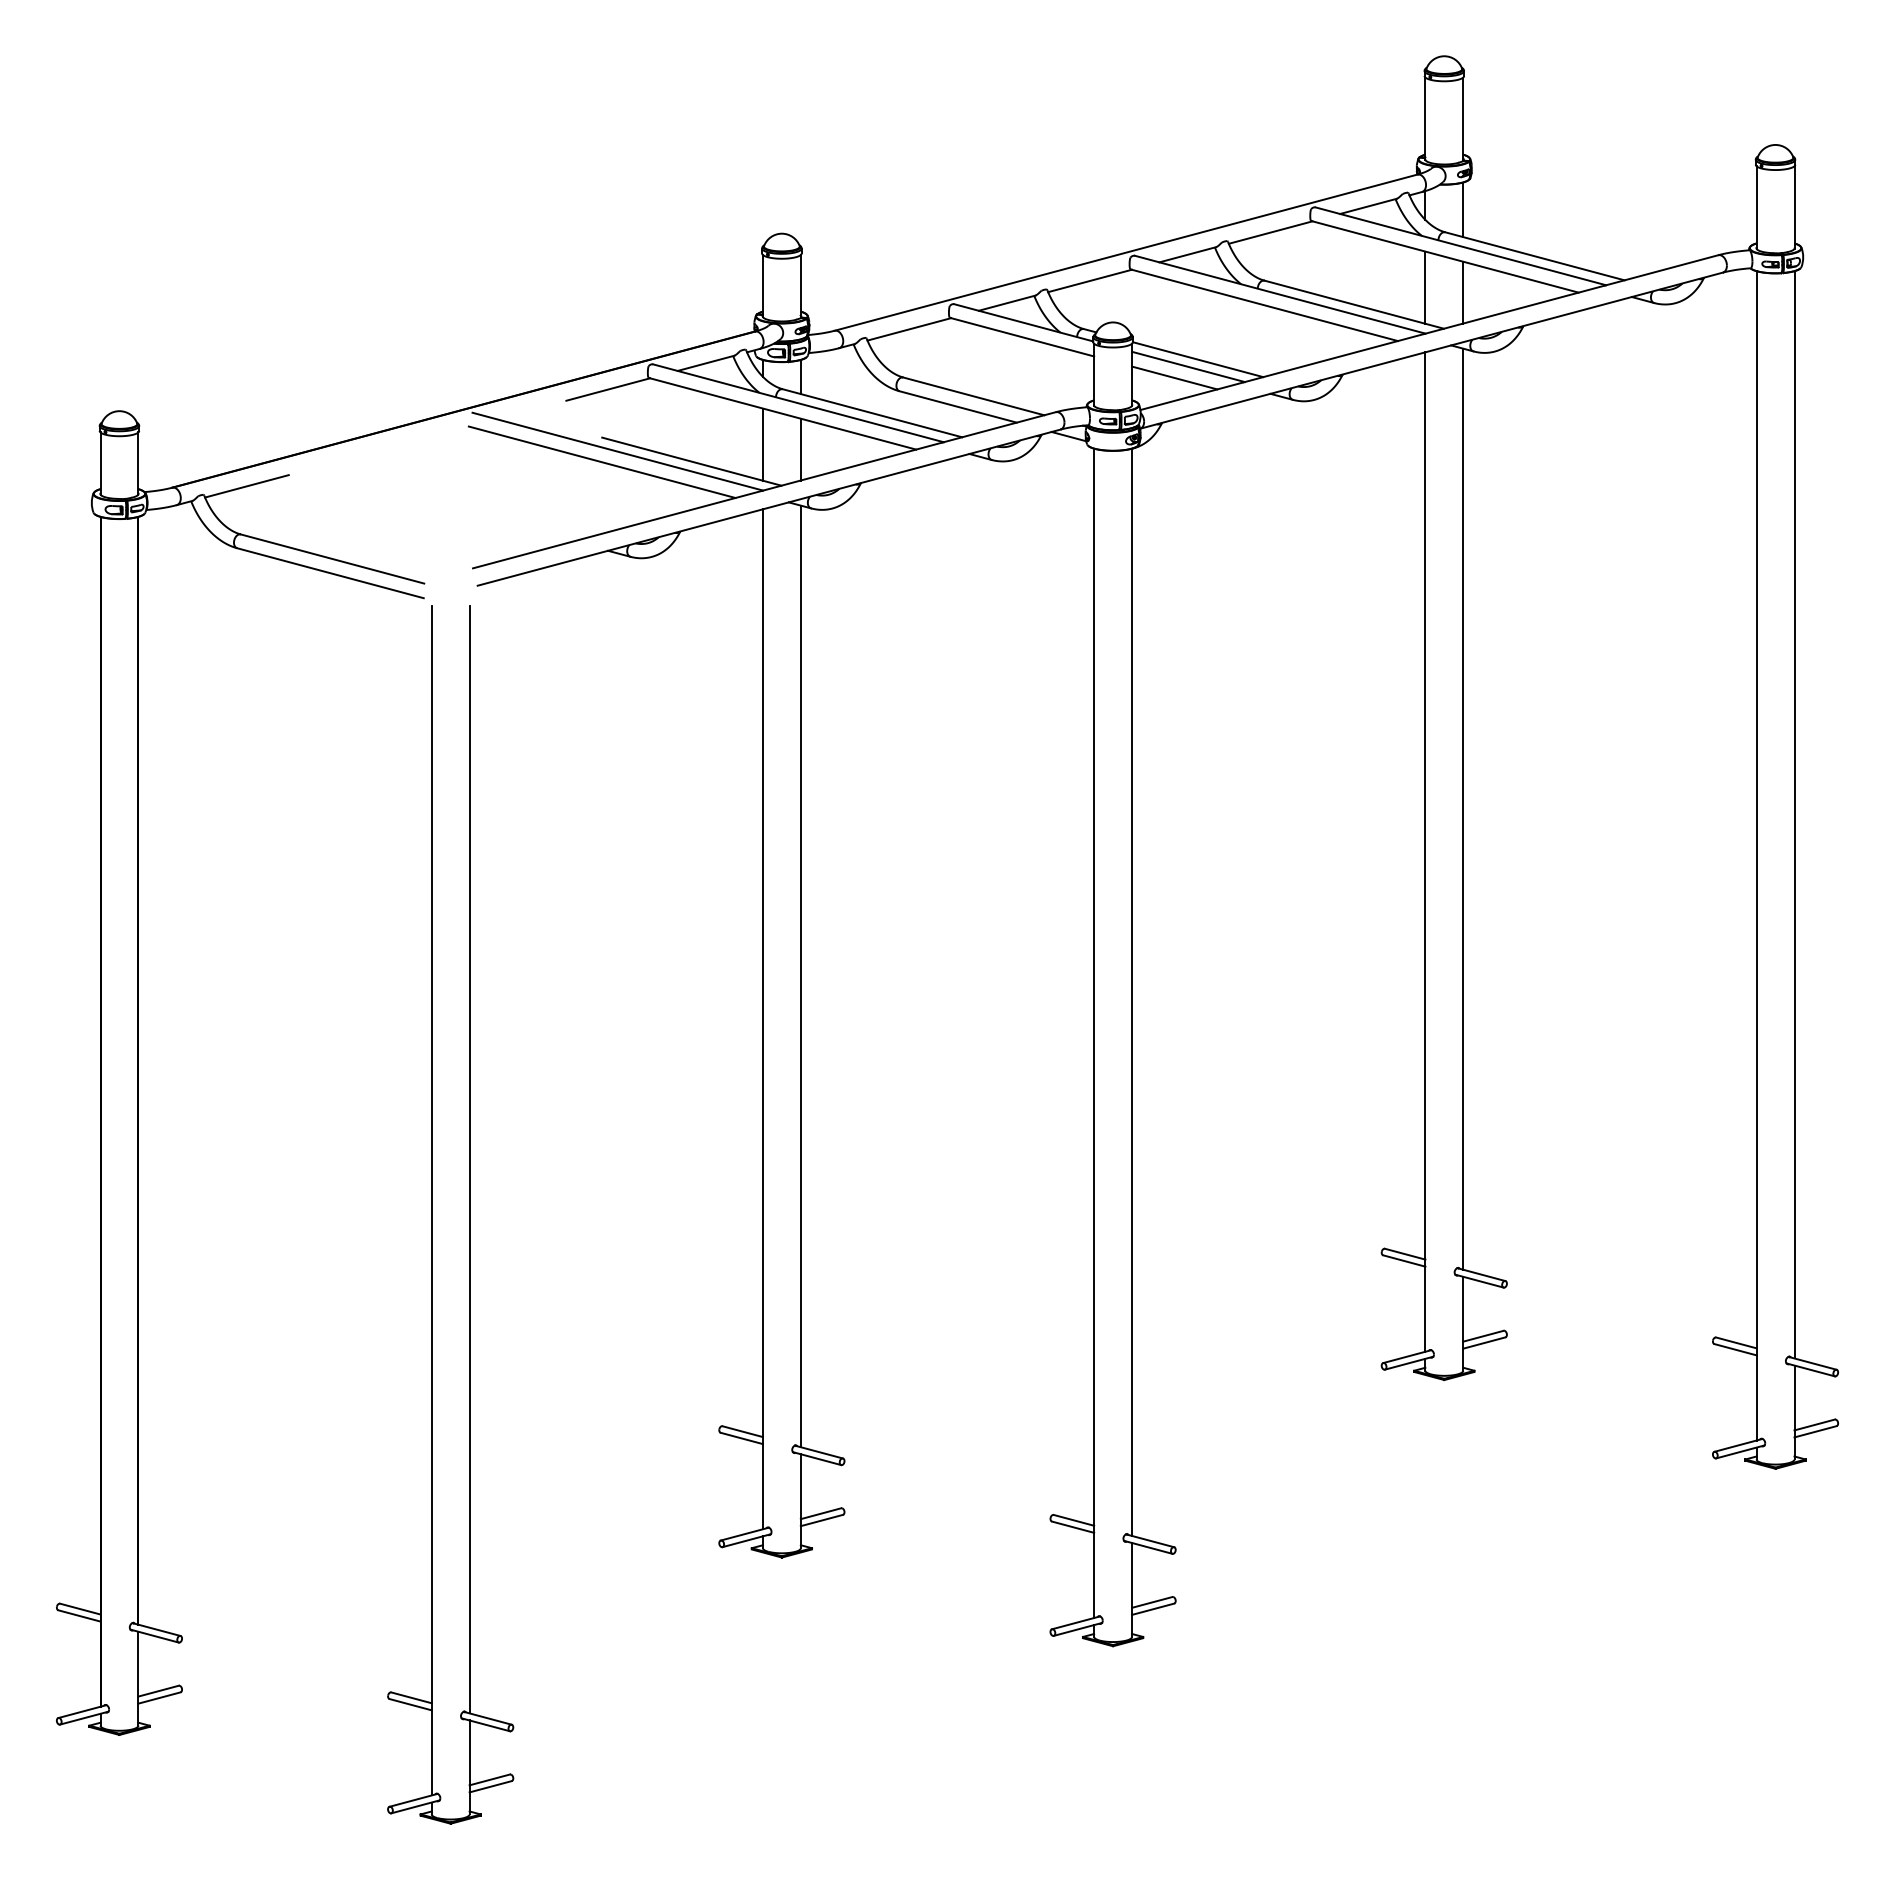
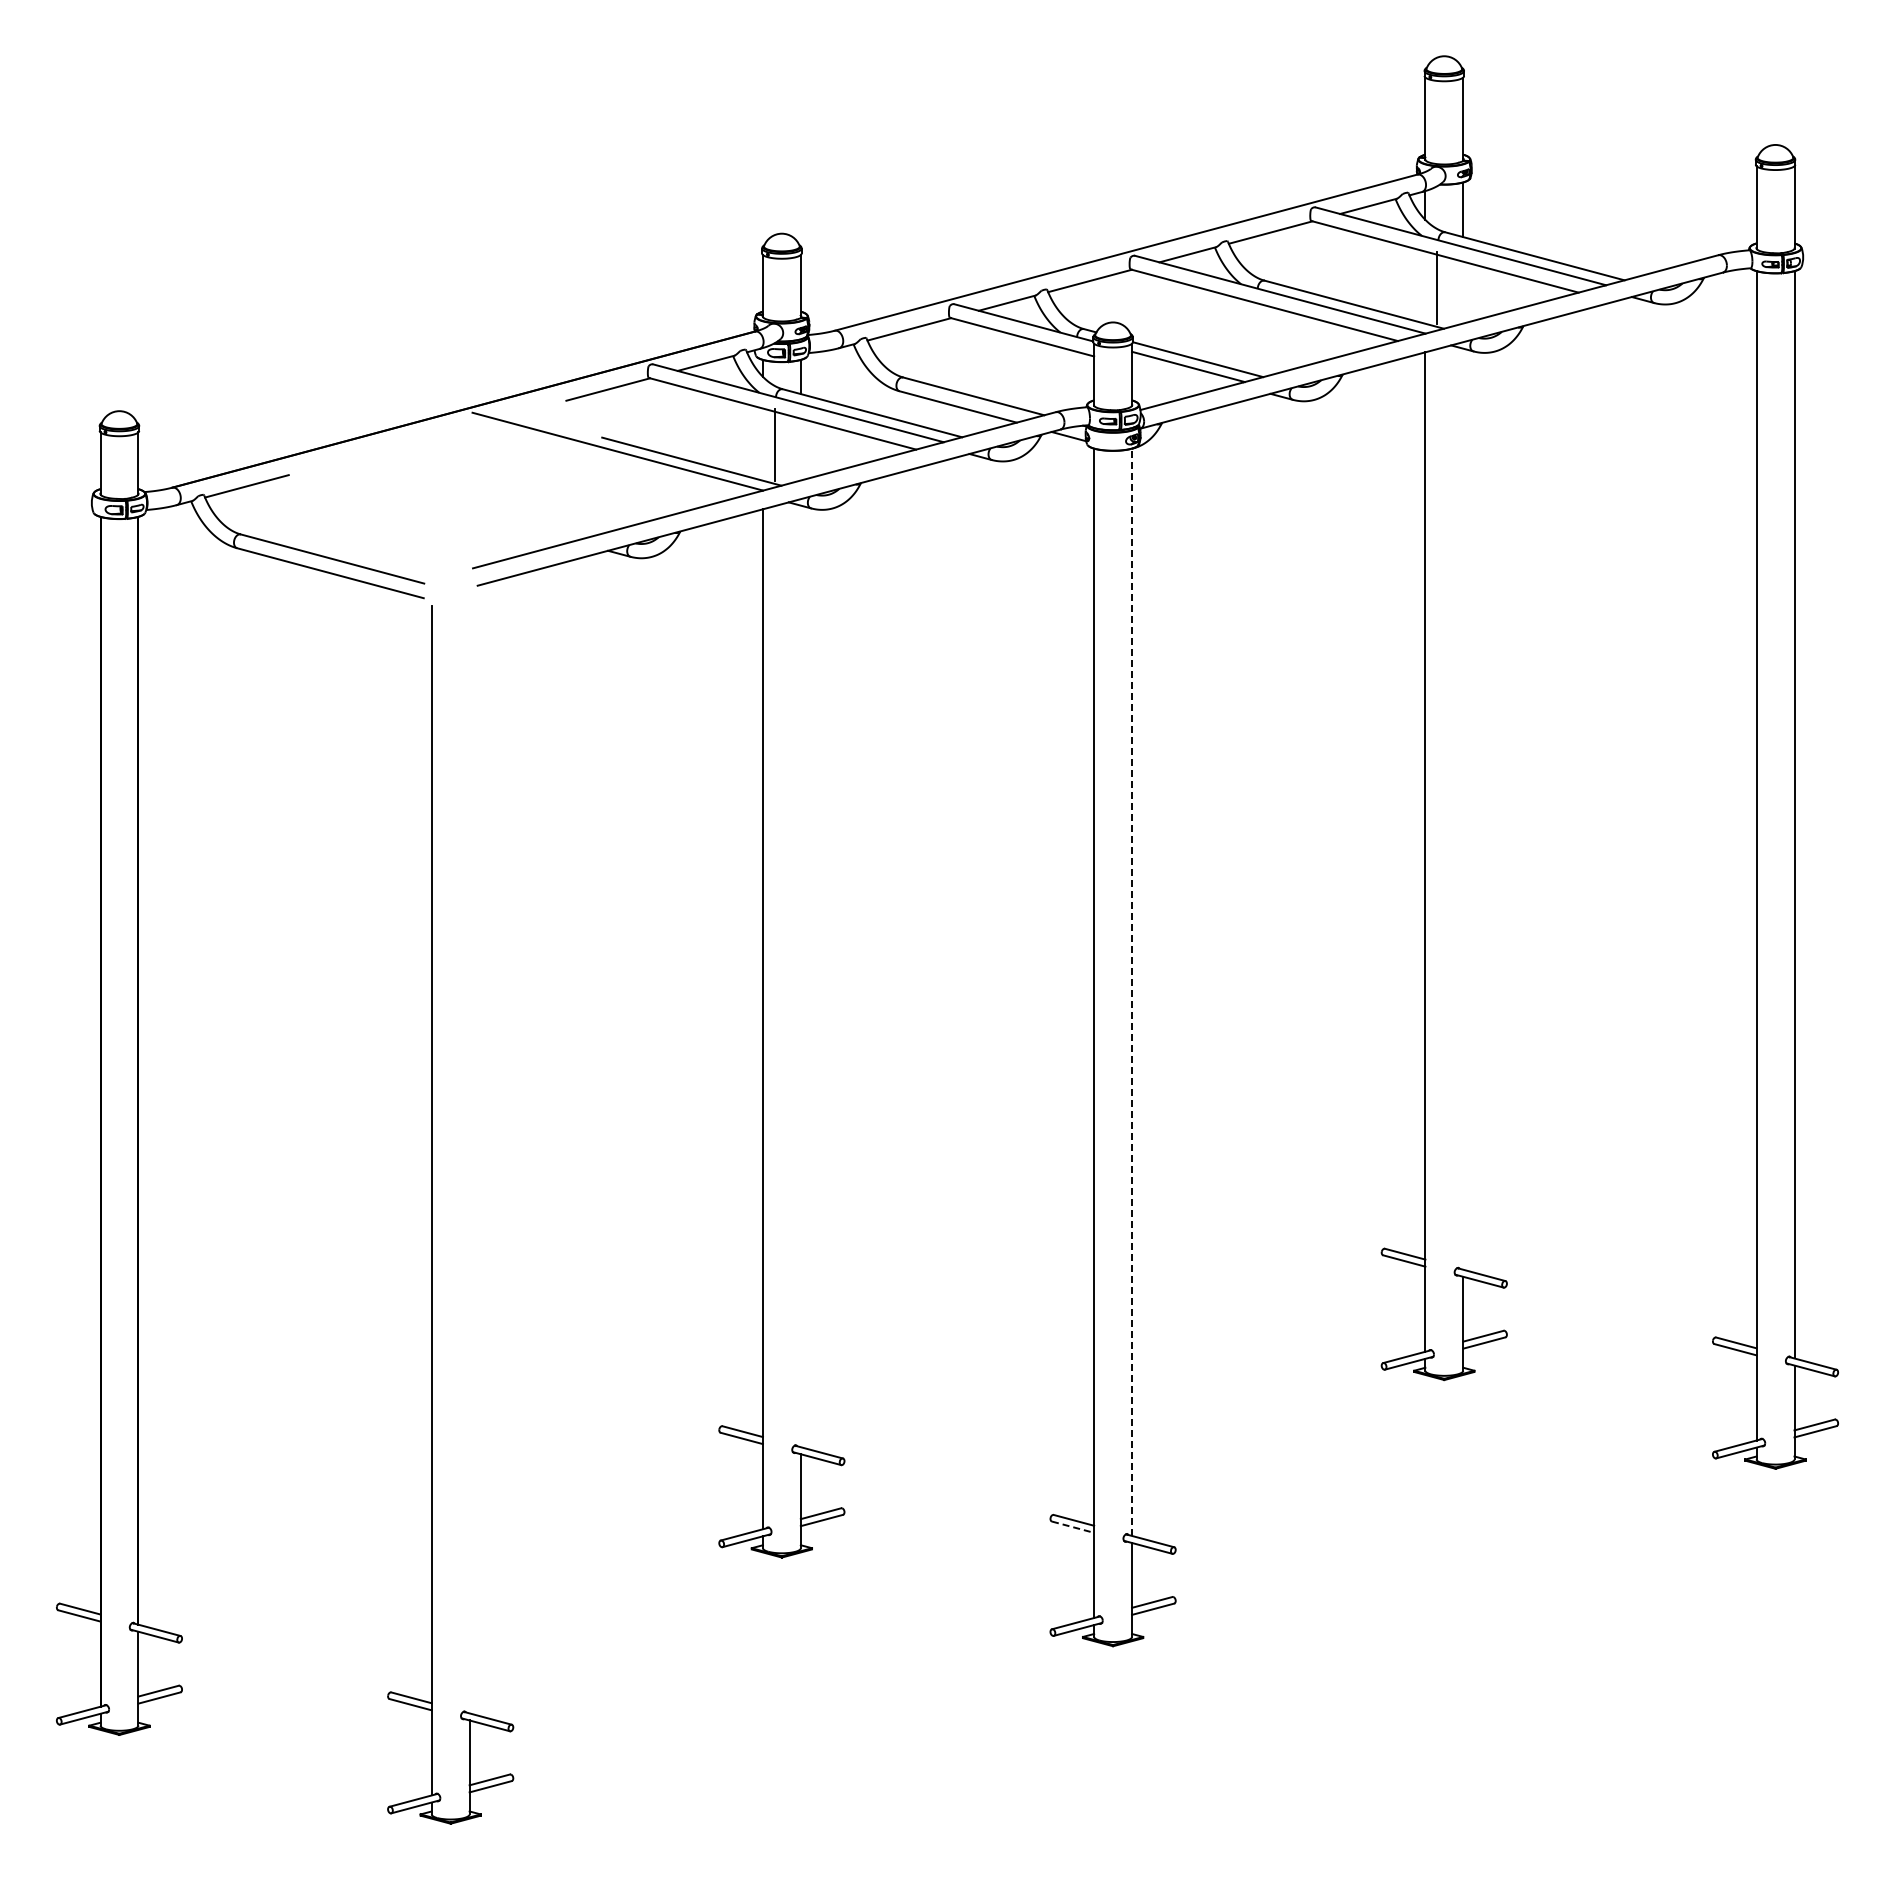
line at (1425, 287) position: (1425, 287) -> (1437, 287)
line at (1463, 292): present -> none
line at (1174, 377): present -> none
line at (762, 444) position: (762, 444) -> (774, 444)
line at (800, 449): present -> none
line at (601, 462): present -> none
line at (1463, 808): present -> none
line at (800, 976): present -> none
line at (1132, 992): solid -> dashed
line at (469, 1159): present -> none
line at (1073, 1527): solid -> dashed
